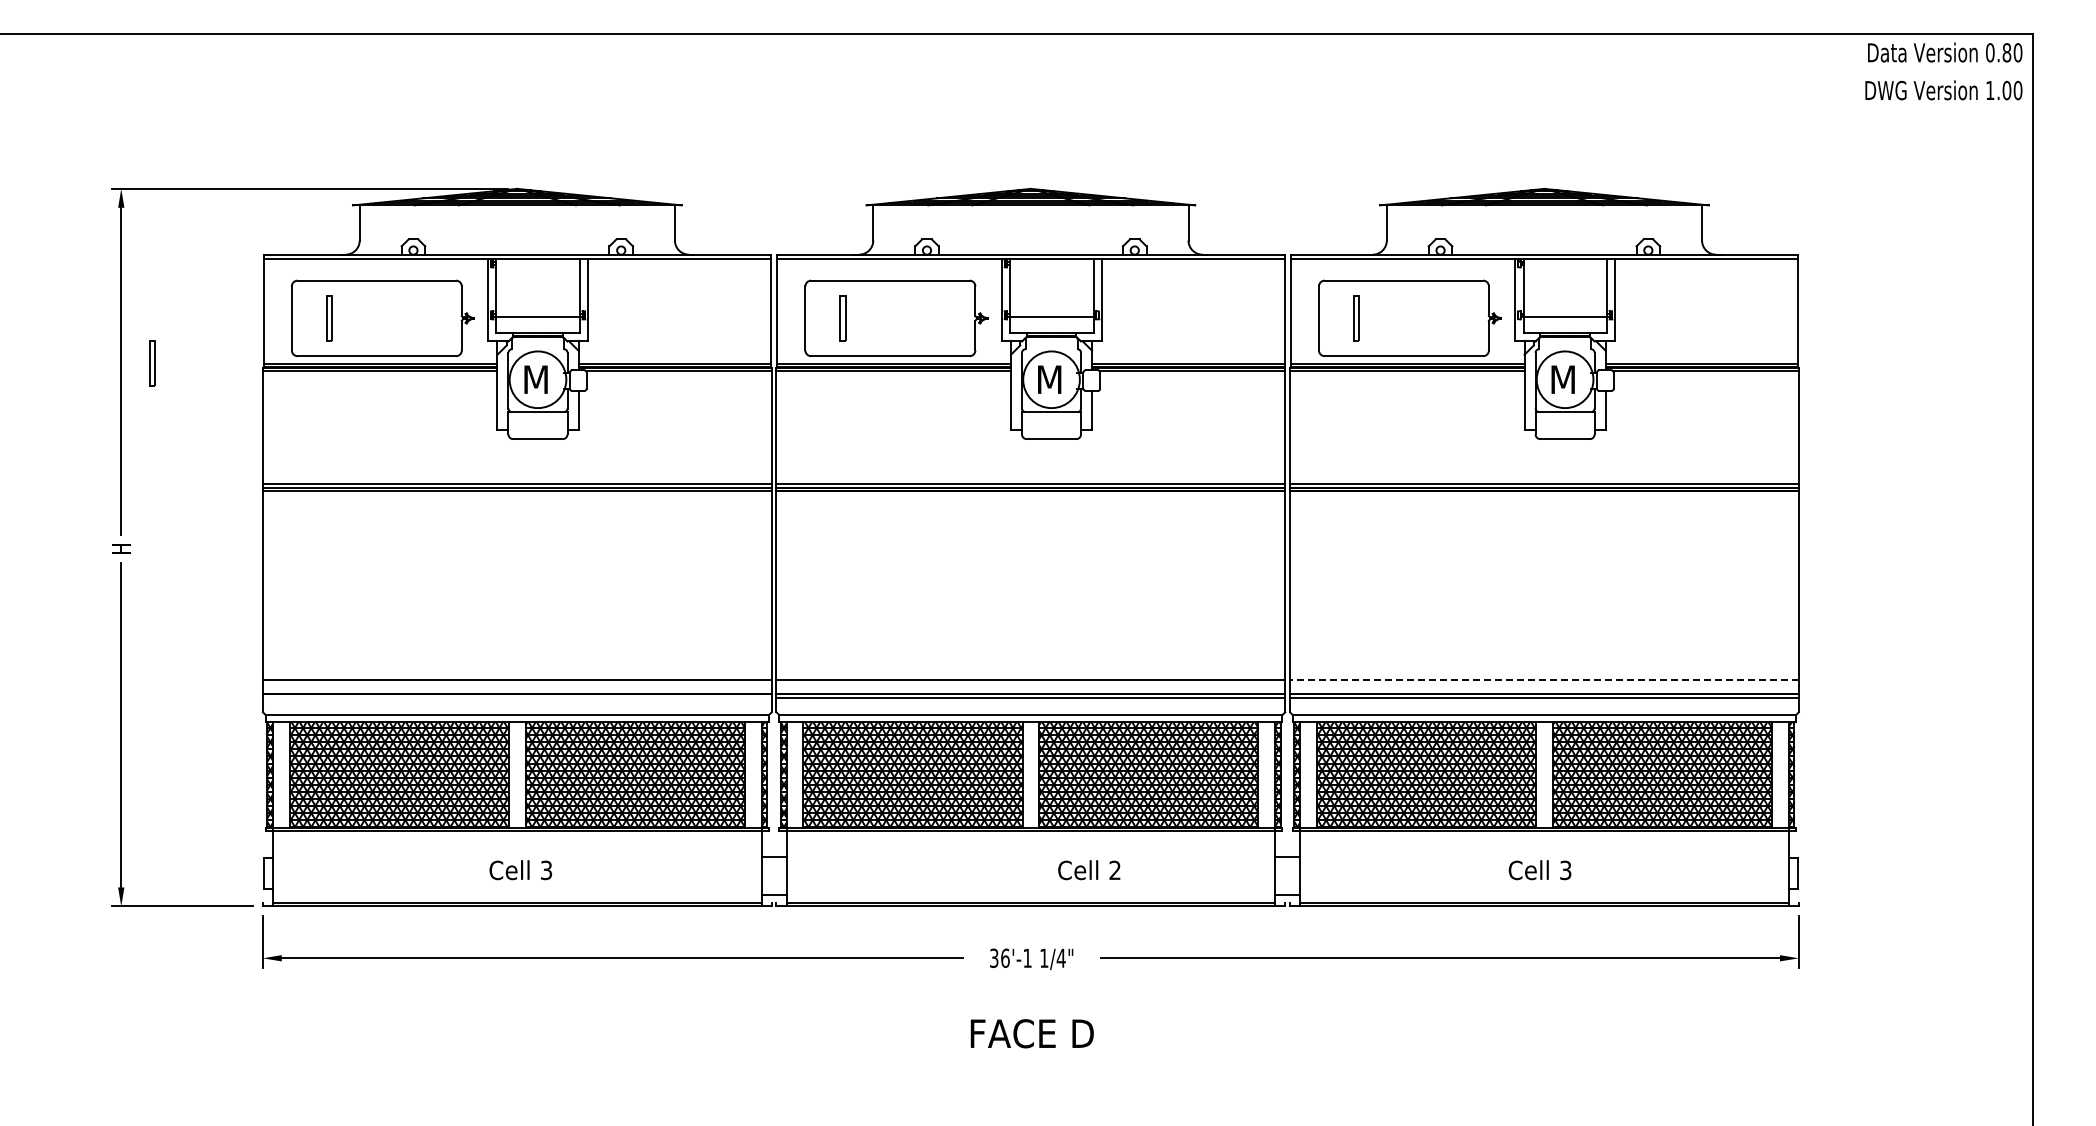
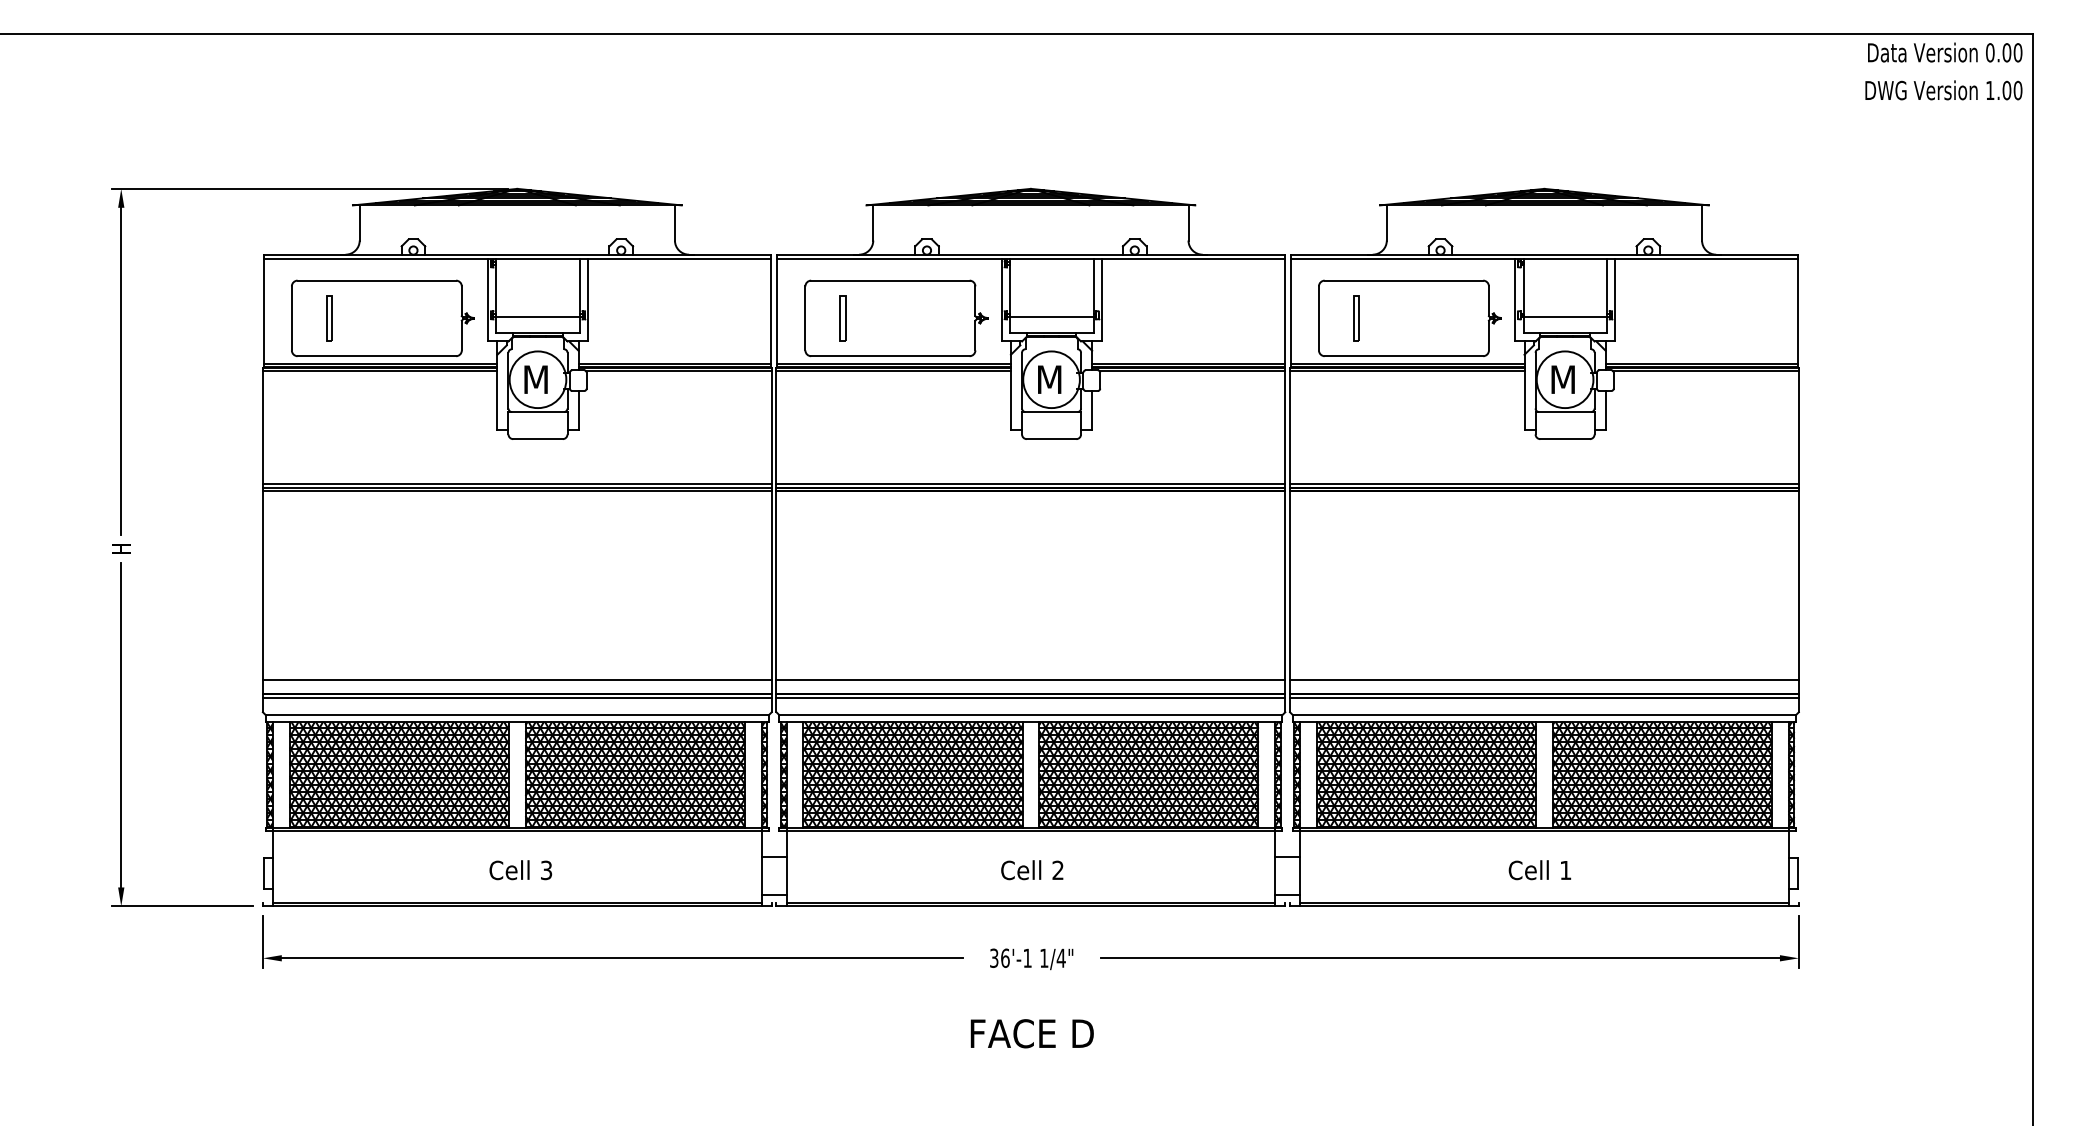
text at (2006, 52): 0.80 -> 0.00
part at (152, 363): present -> none
line at (1543, 679): dashed -> solid
line at (516, 697): none -> present
text at (1089, 870) position: (1089, 870) -> (1032, 870)
text at (1565, 870): 3 -> 1
